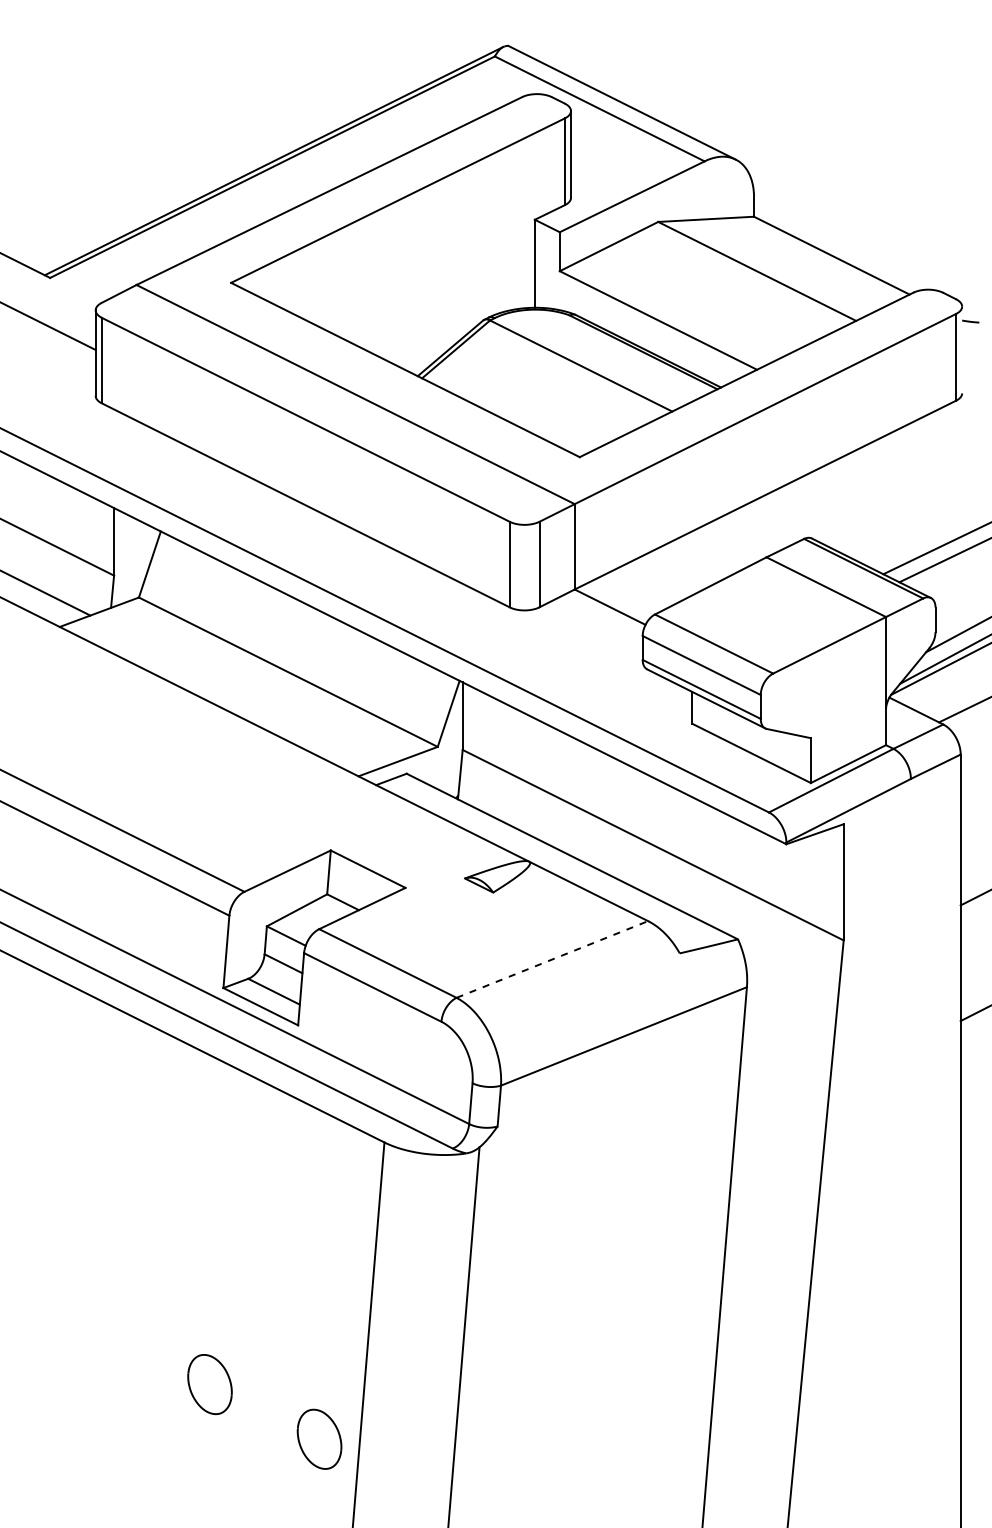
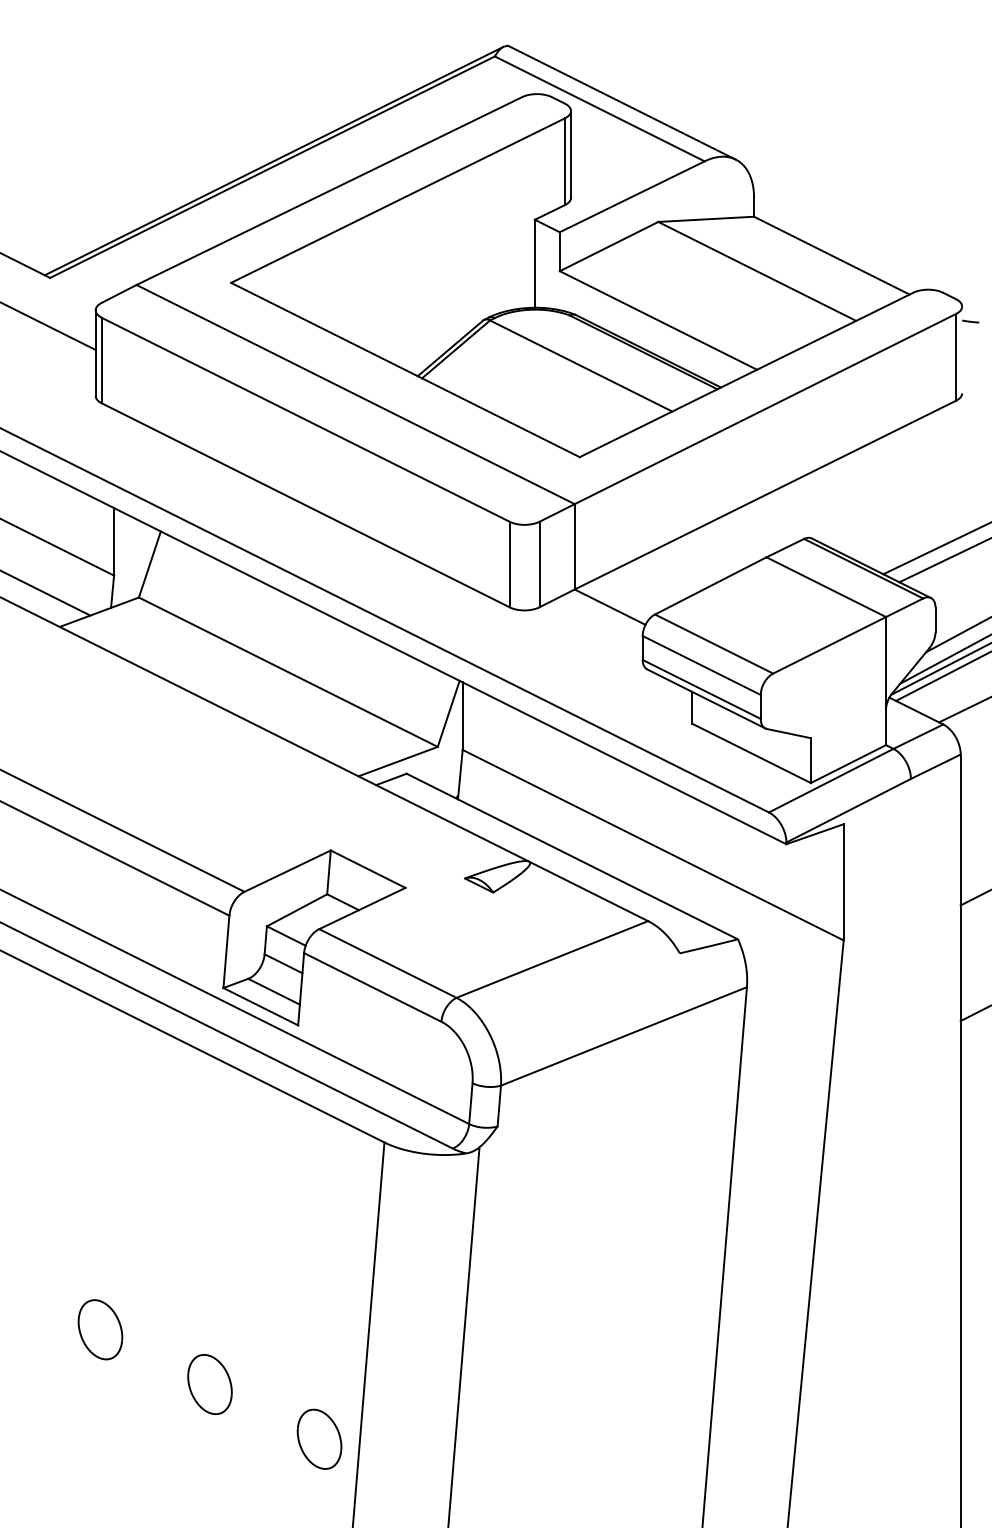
line at (942, 676): none -> present
line at (552, 959): dashed -> solid
part at (100, 1329): none -> present
